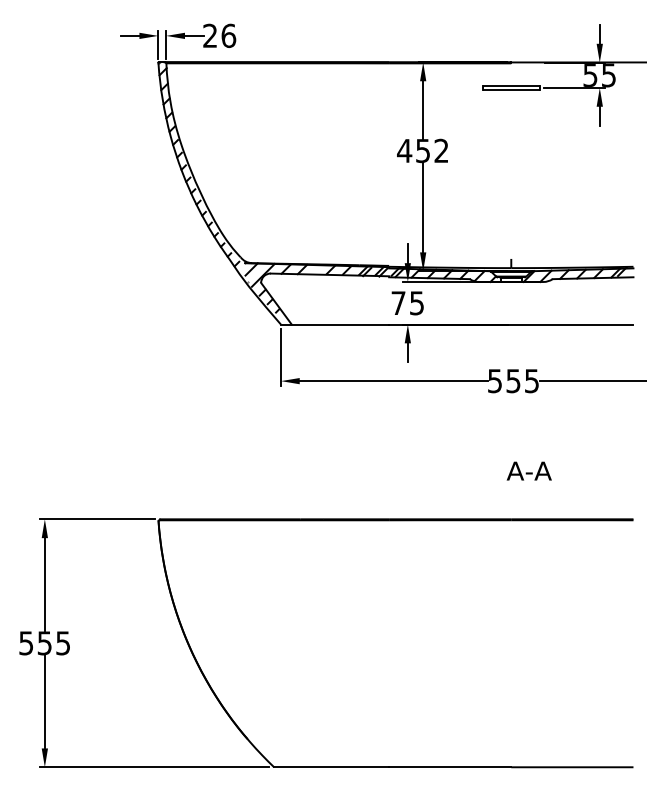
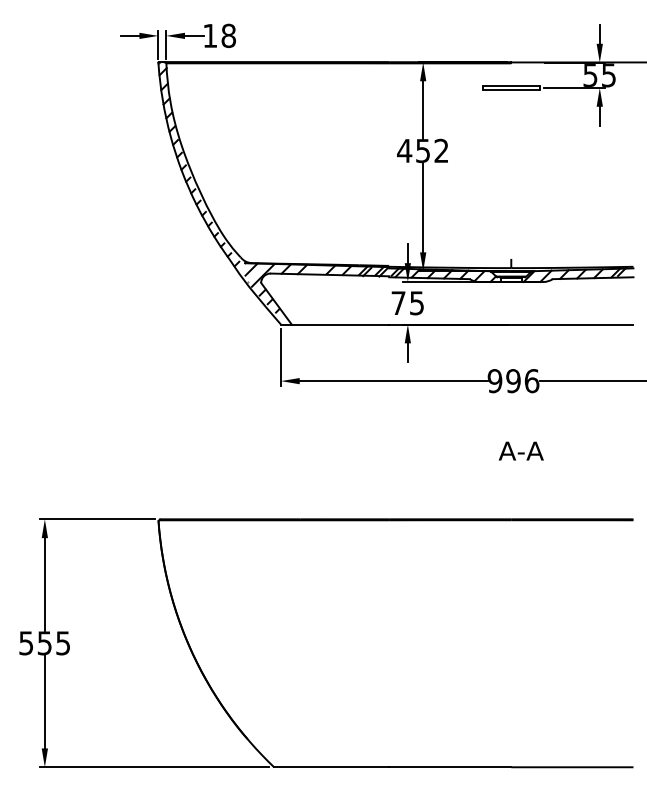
text at (219, 35): 26 -> 18
text at (513, 381): 555 -> 996
text at (528, 470) position: (528, 470) -> (520, 450)
